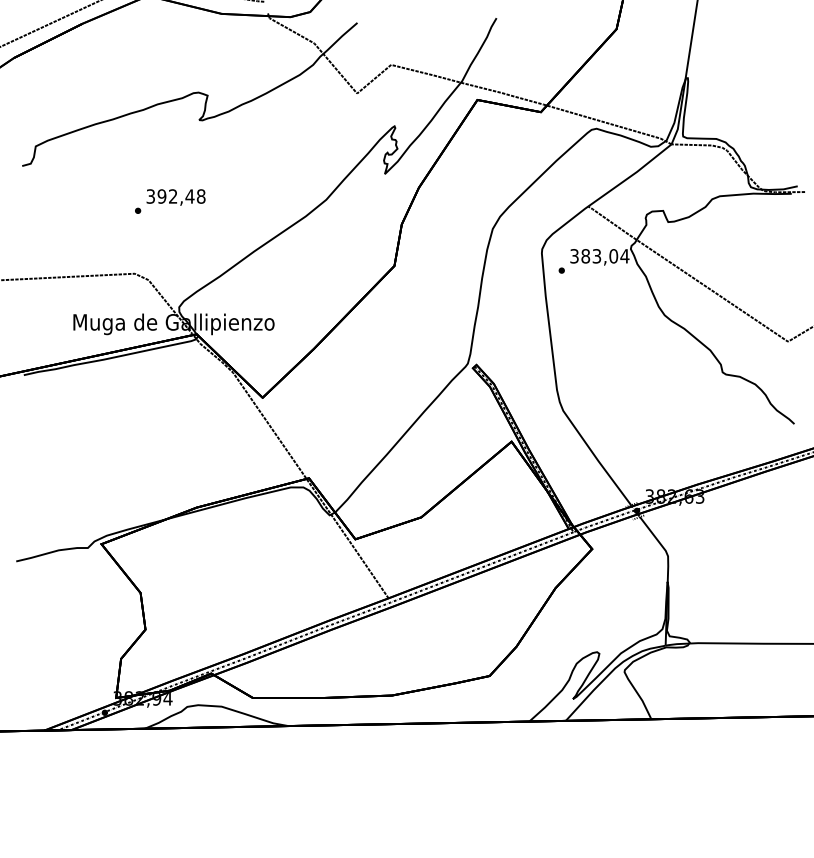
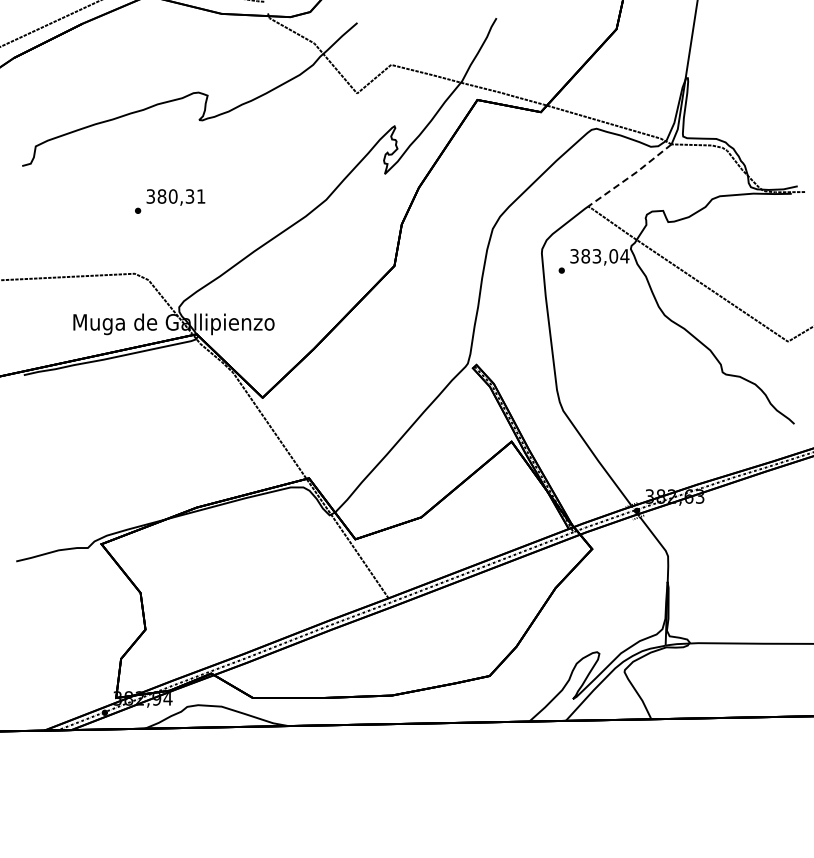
line at (631, 175): solid -> dashed
text at (181, 196): 392,48 -> 380,31
